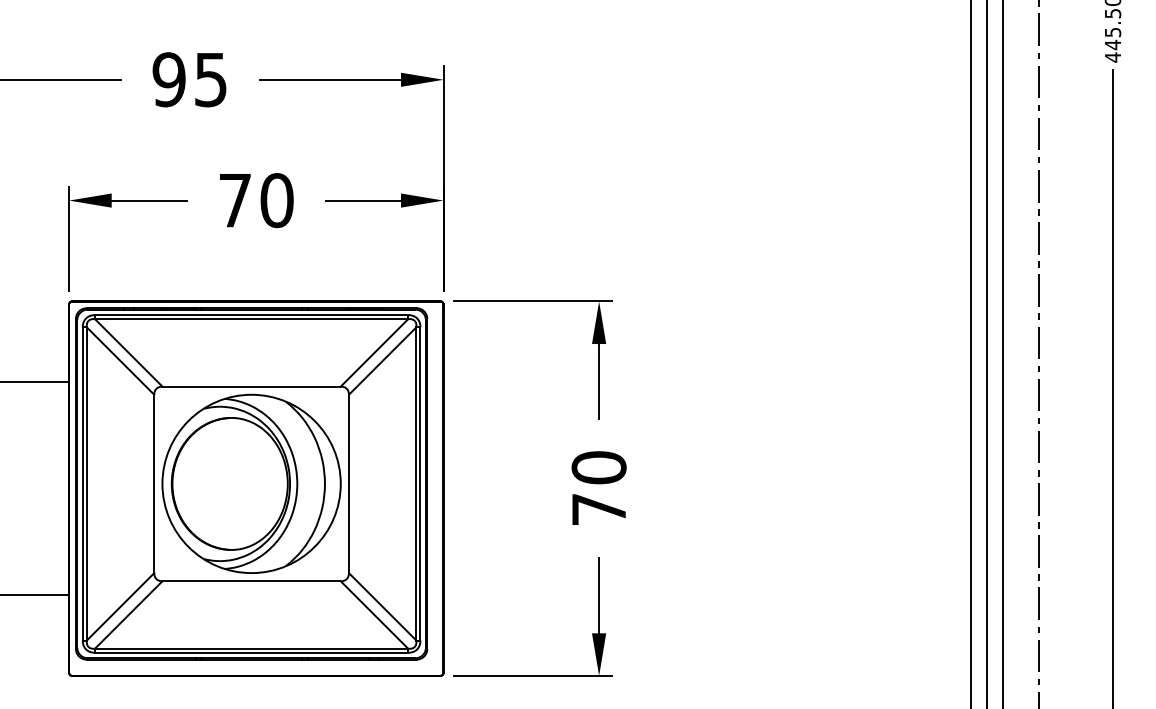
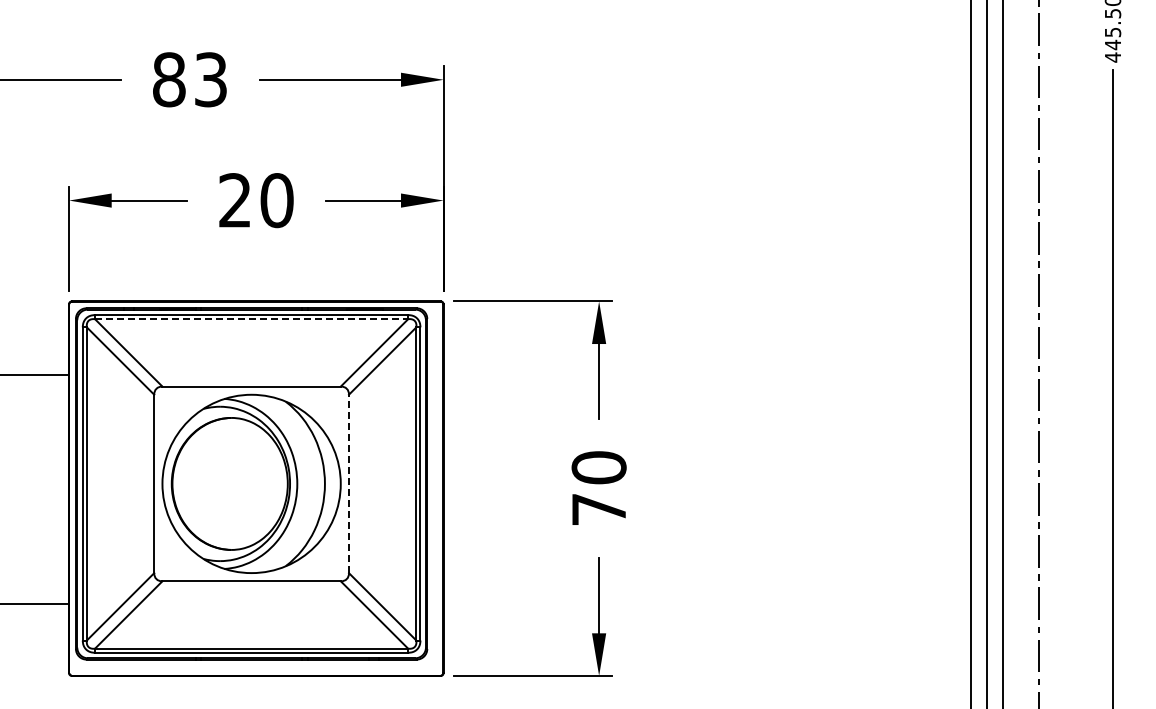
text at (189, 79): 95 -> 83
text at (234, 200): 70 -> 20
line at (251, 319): solid -> dashed
line at (35, 382) position: (35, 382) -> (35, 375)
line at (349, 483): solid -> dashed
line at (35, 595) position: (35, 595) -> (35, 604)
